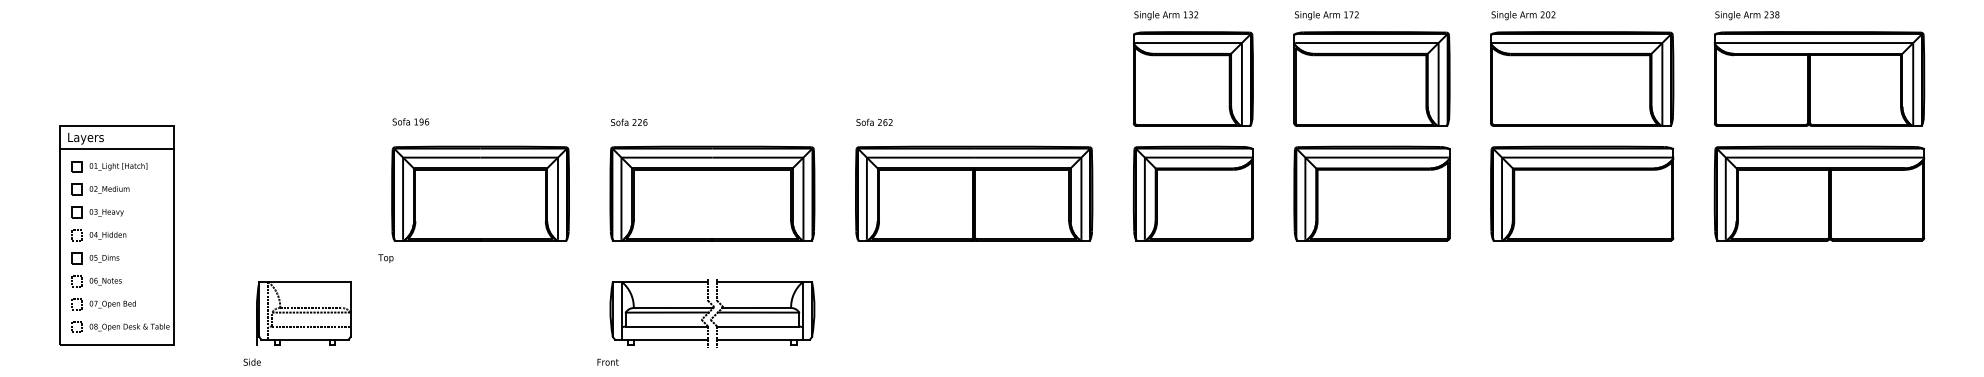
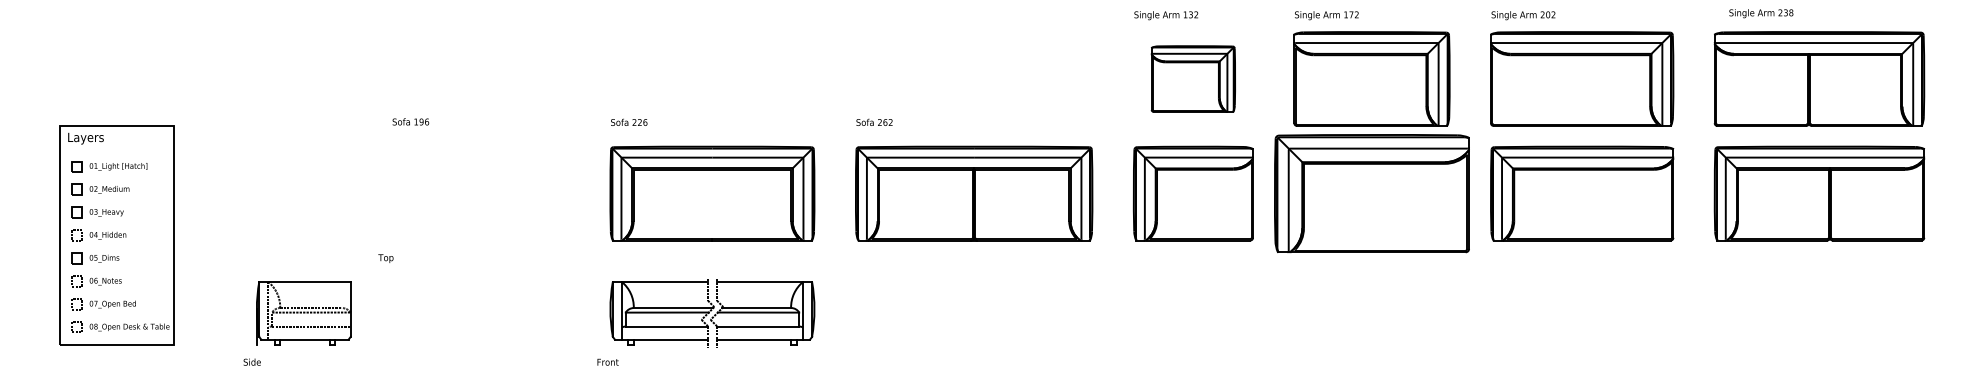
text at (1747, 15) position: (1747, 15) -> (1761, 13)
part at (1193, 78) size: 121x96 px -> 86x68 px
line at (116, 148): present -> none
part at (480, 193): present -> none
part at (1371, 193) size: 158x97 px -> 196x120 px
